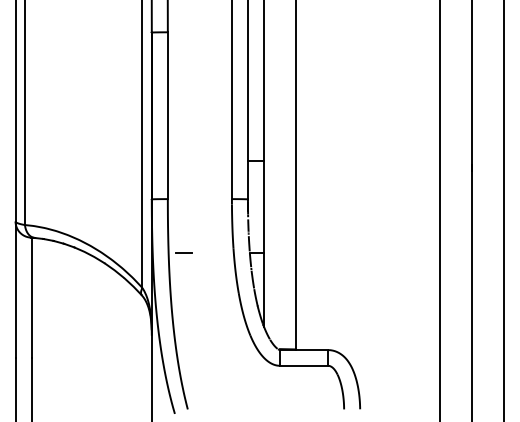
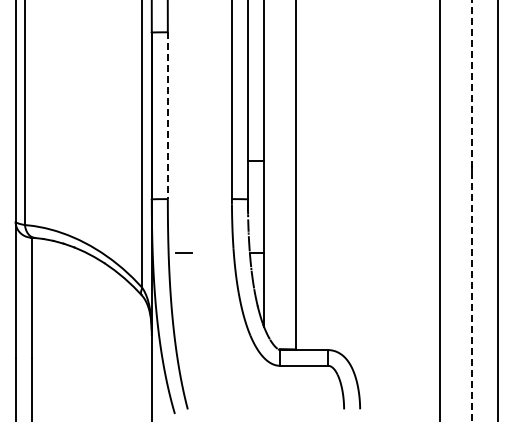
line at (167, 116): solid -> dashed
line at (504, 210) position: (504, 210) -> (498, 210)
line at (472, 211): solid -> dashed
